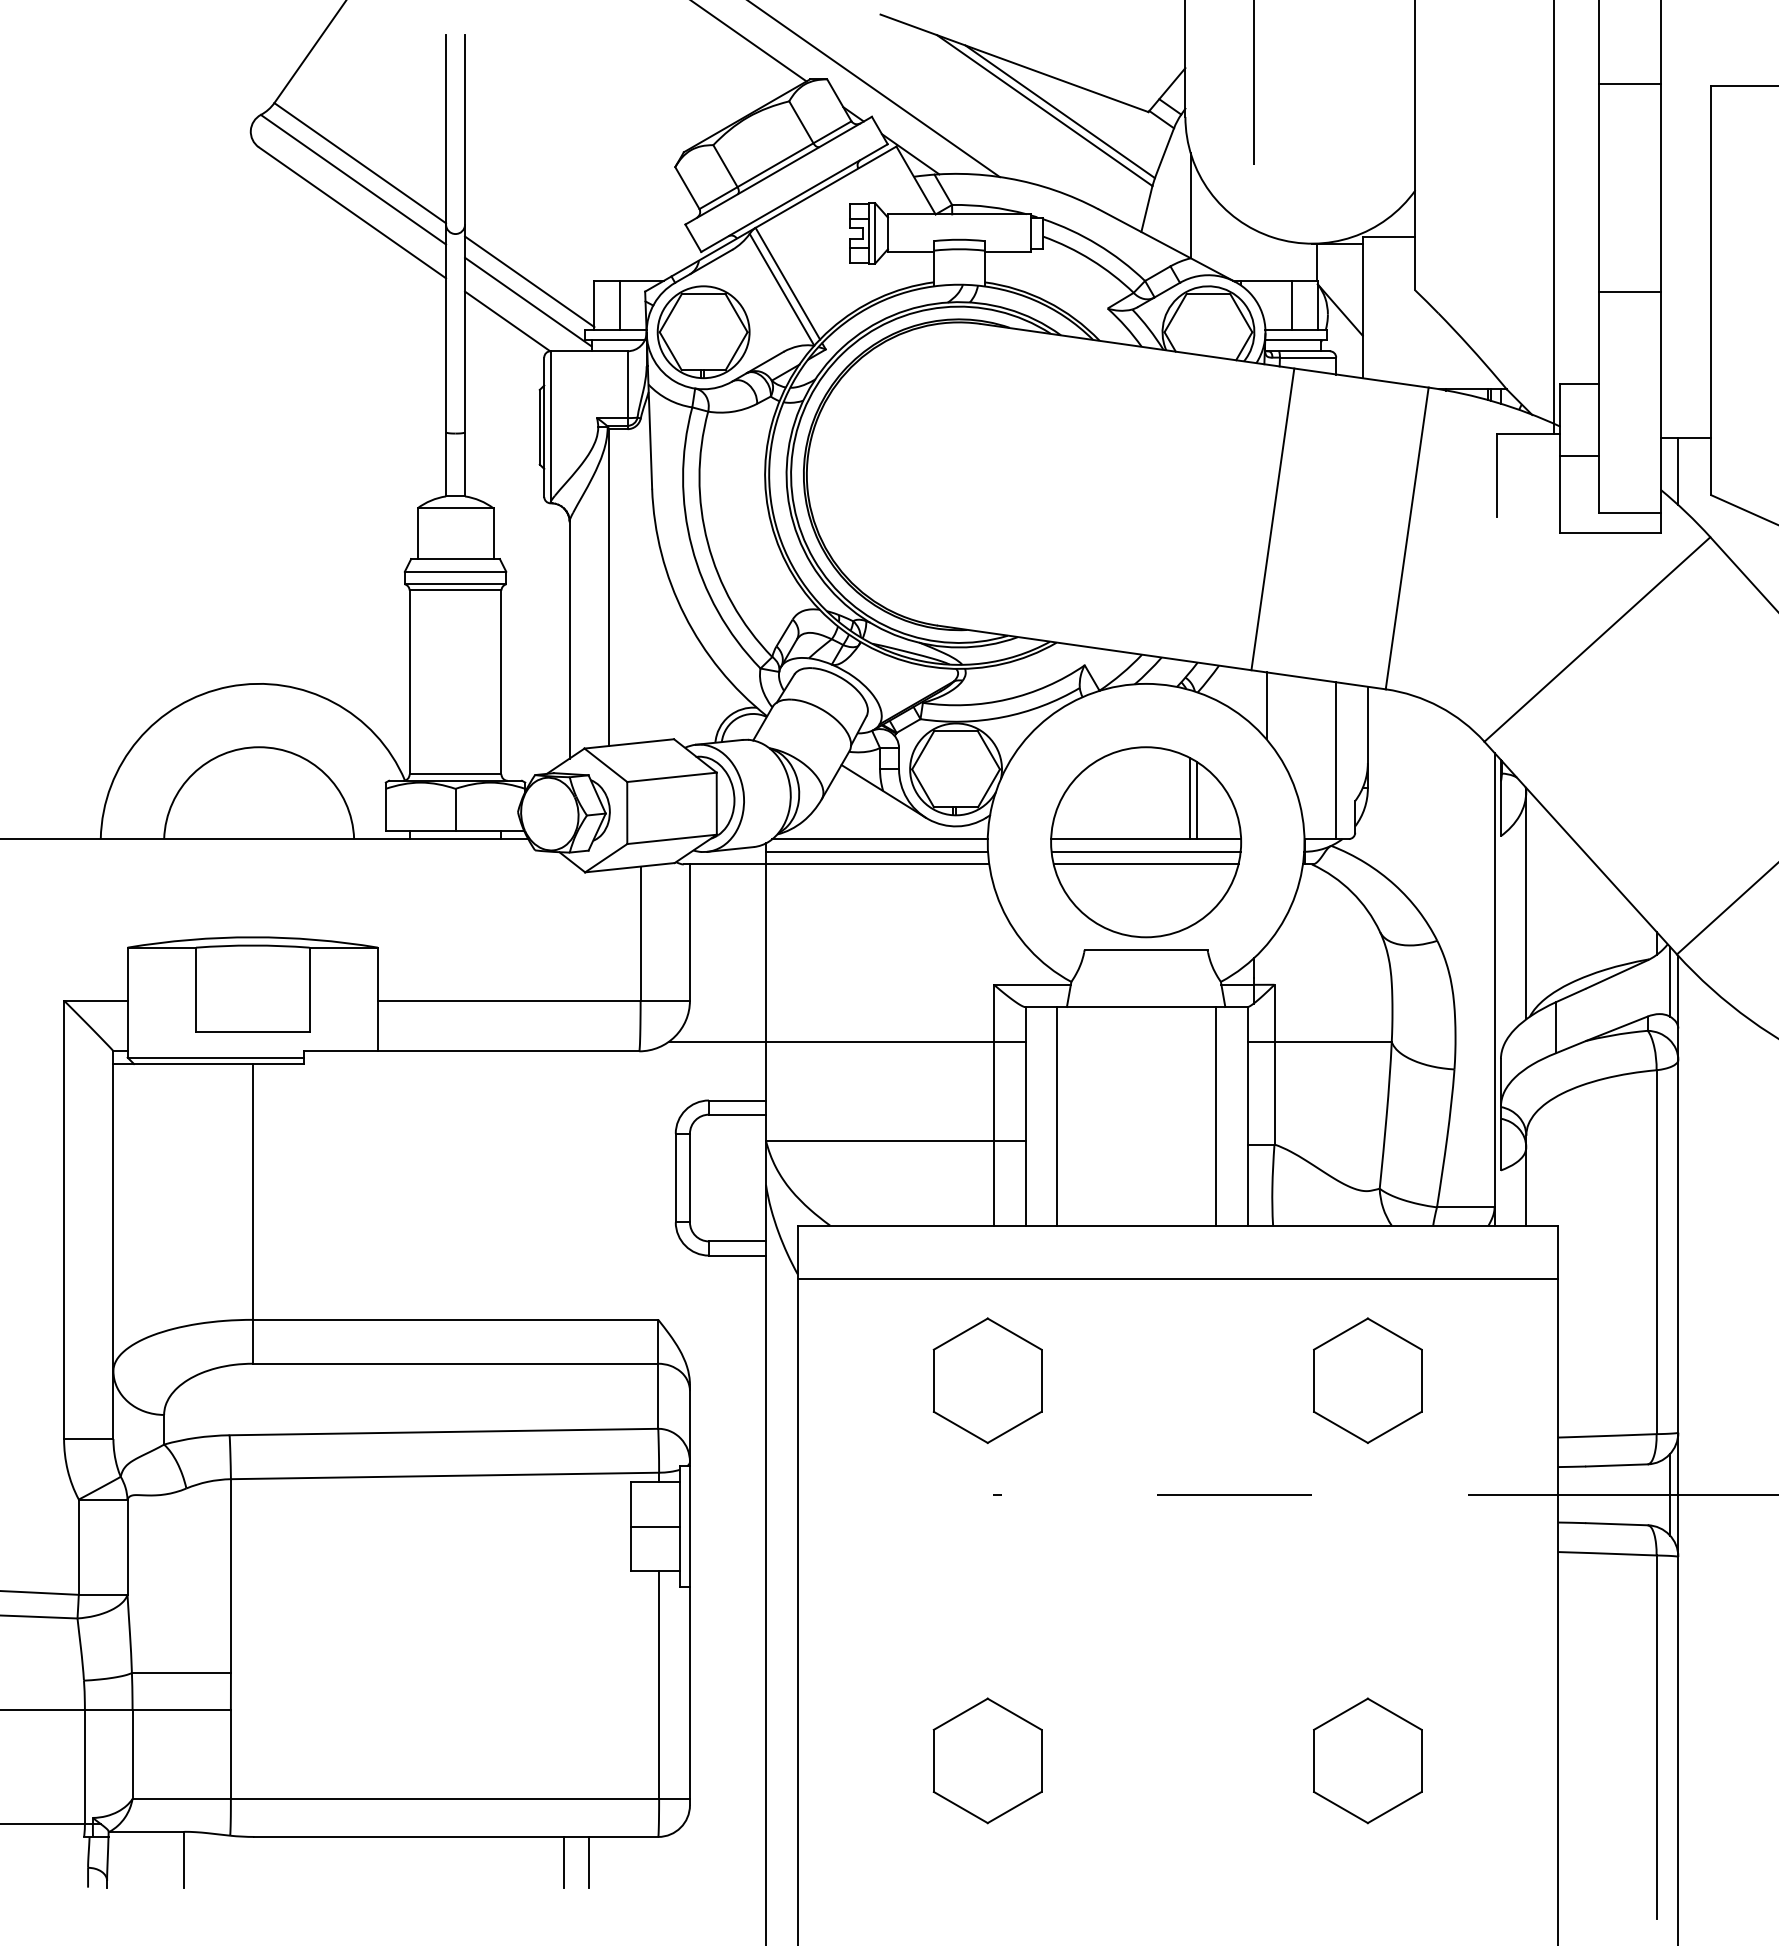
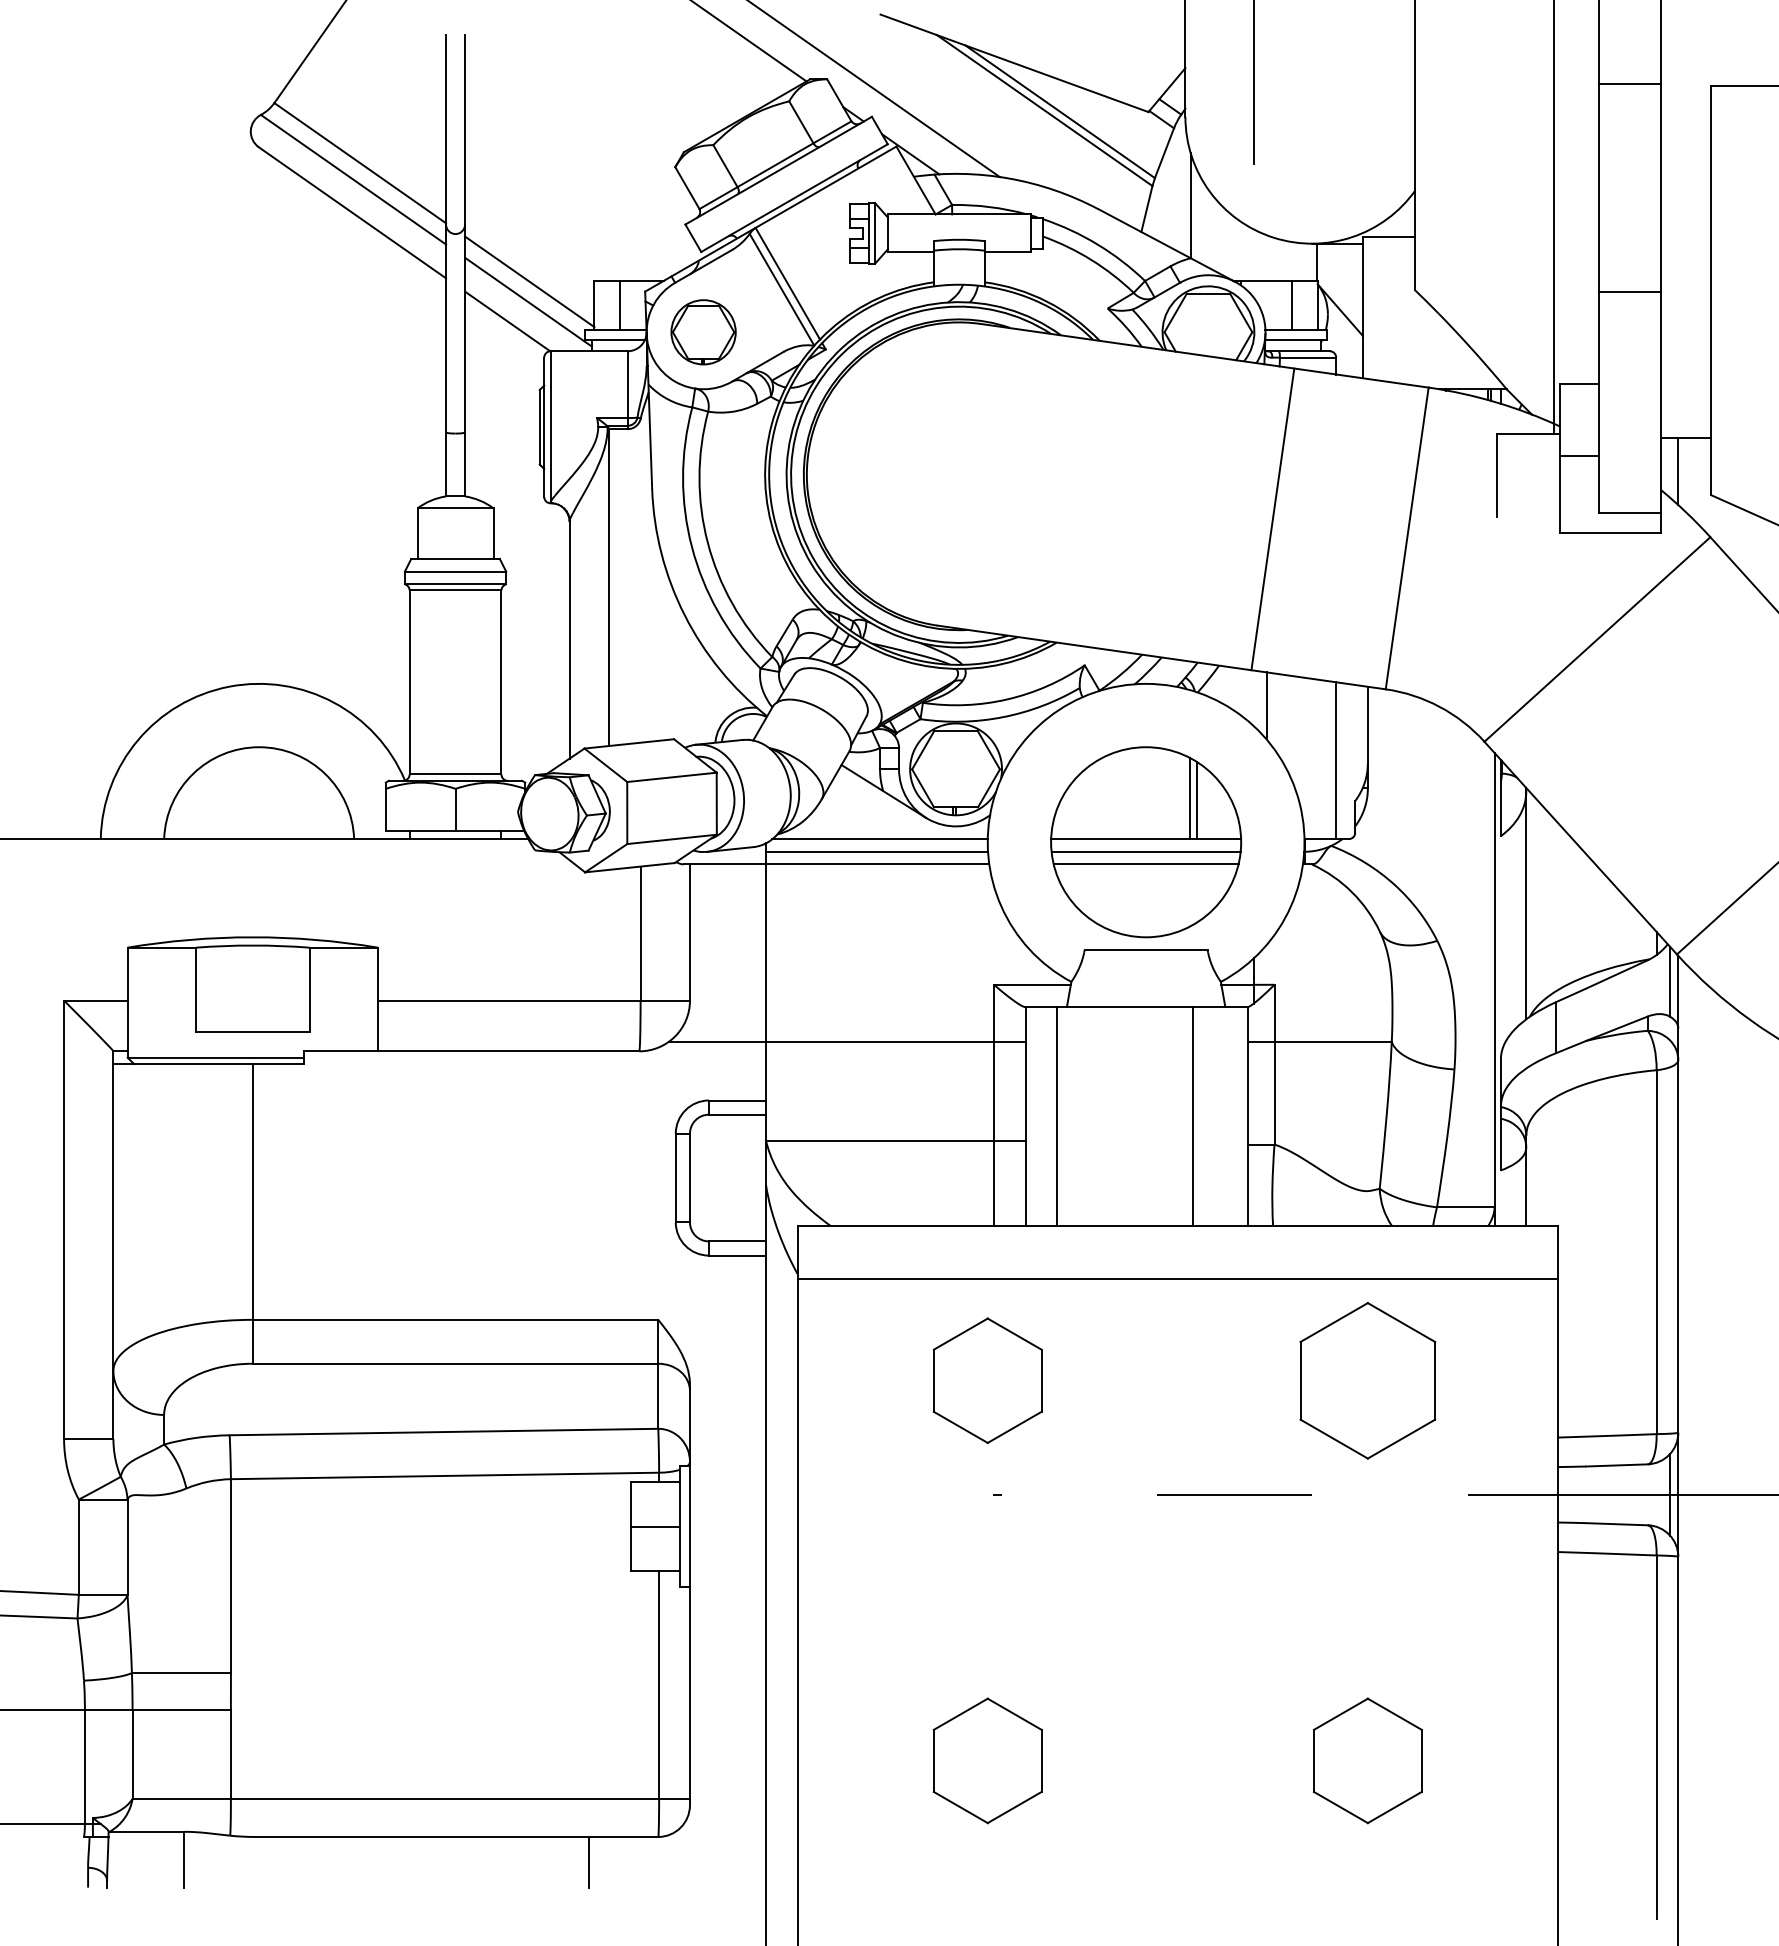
part at (703, 332) size: 95x95 px -> 67x67 px
line at (1215, 1115) position: (1215, 1115) -> (1192, 1115)
part at (1367, 1380) size: 110x127 px -> 138x158 px
line at (564, 1861): present -> none
